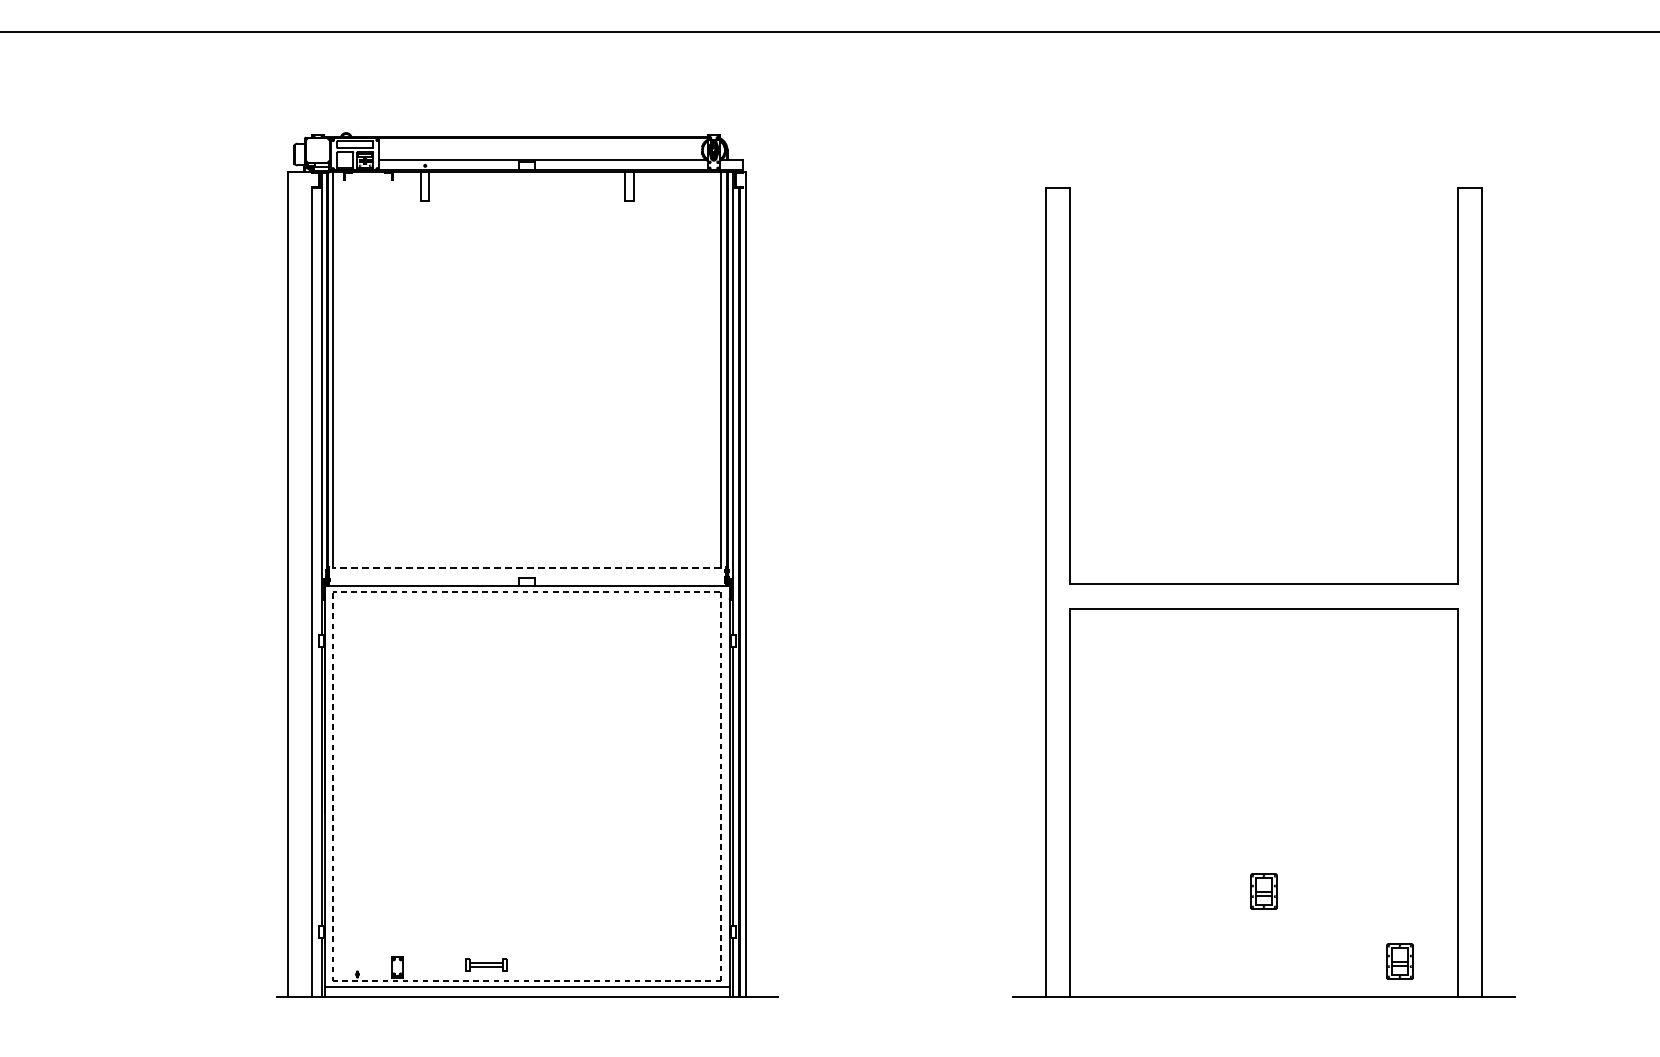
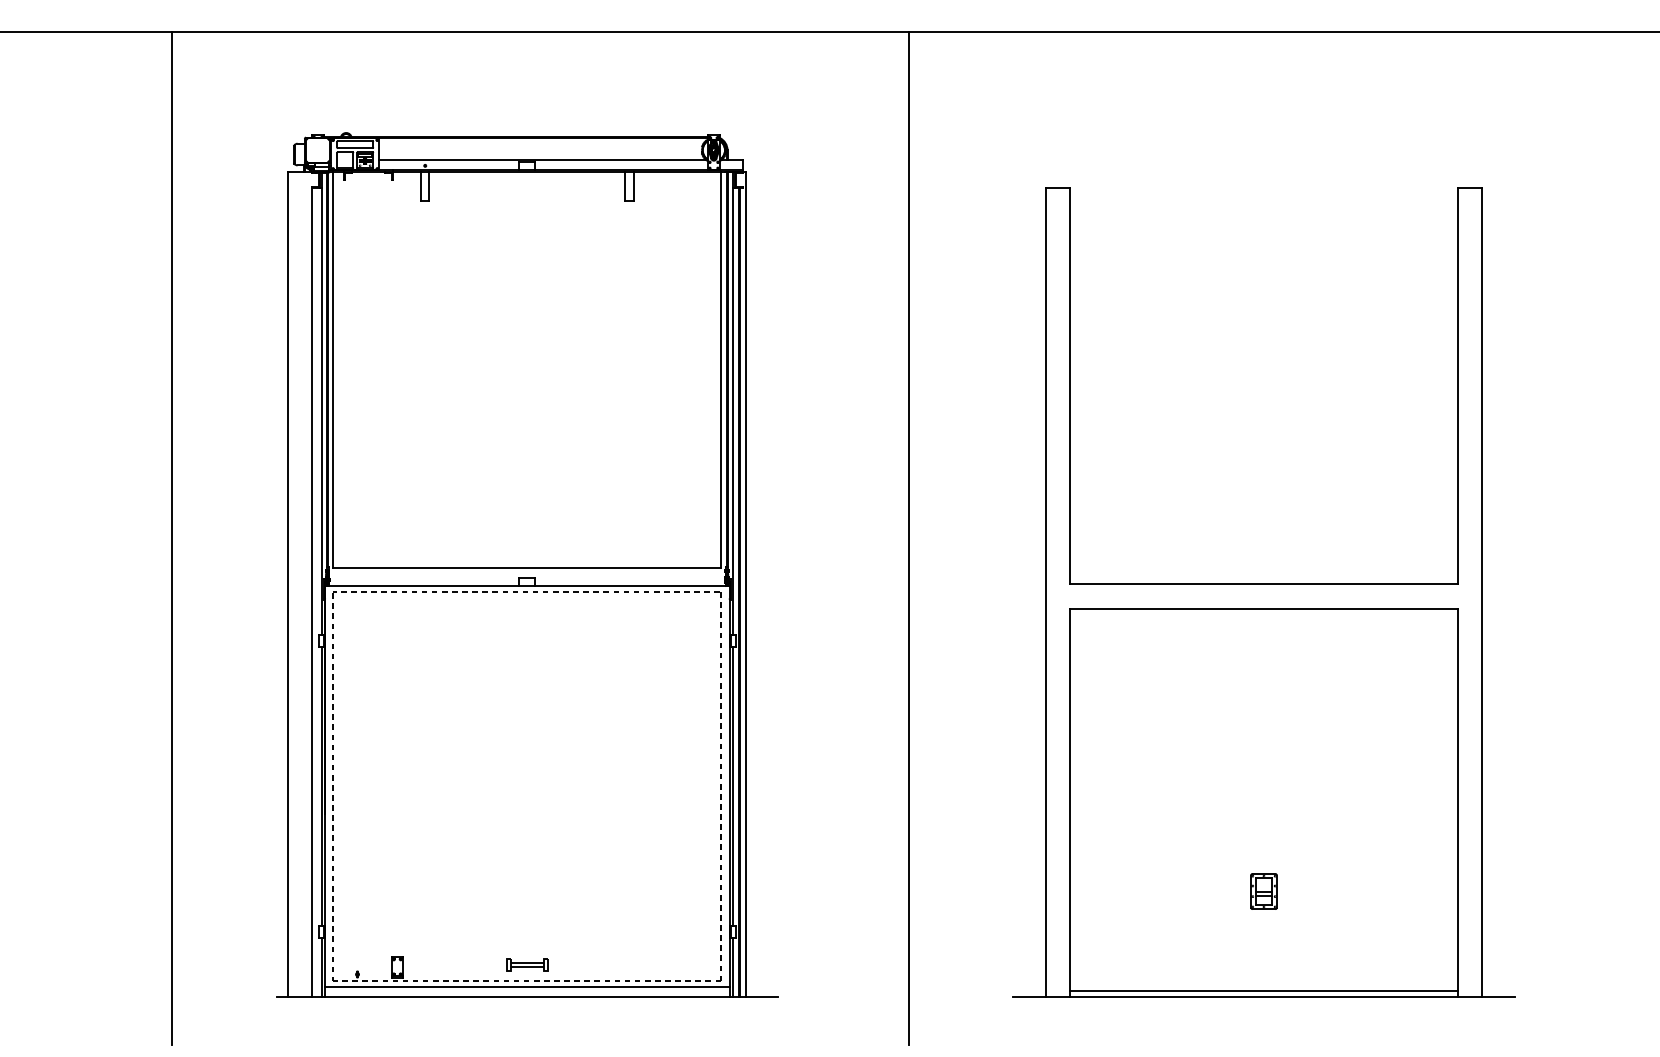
line at (172, 538): none -> present
line at (908, 538): none -> present
line at (526, 568): dashed -> solid
part at (1399, 961): present -> none
part at (486, 964) position: (486, 964) -> (527, 964)
line at (1263, 990): none -> present
